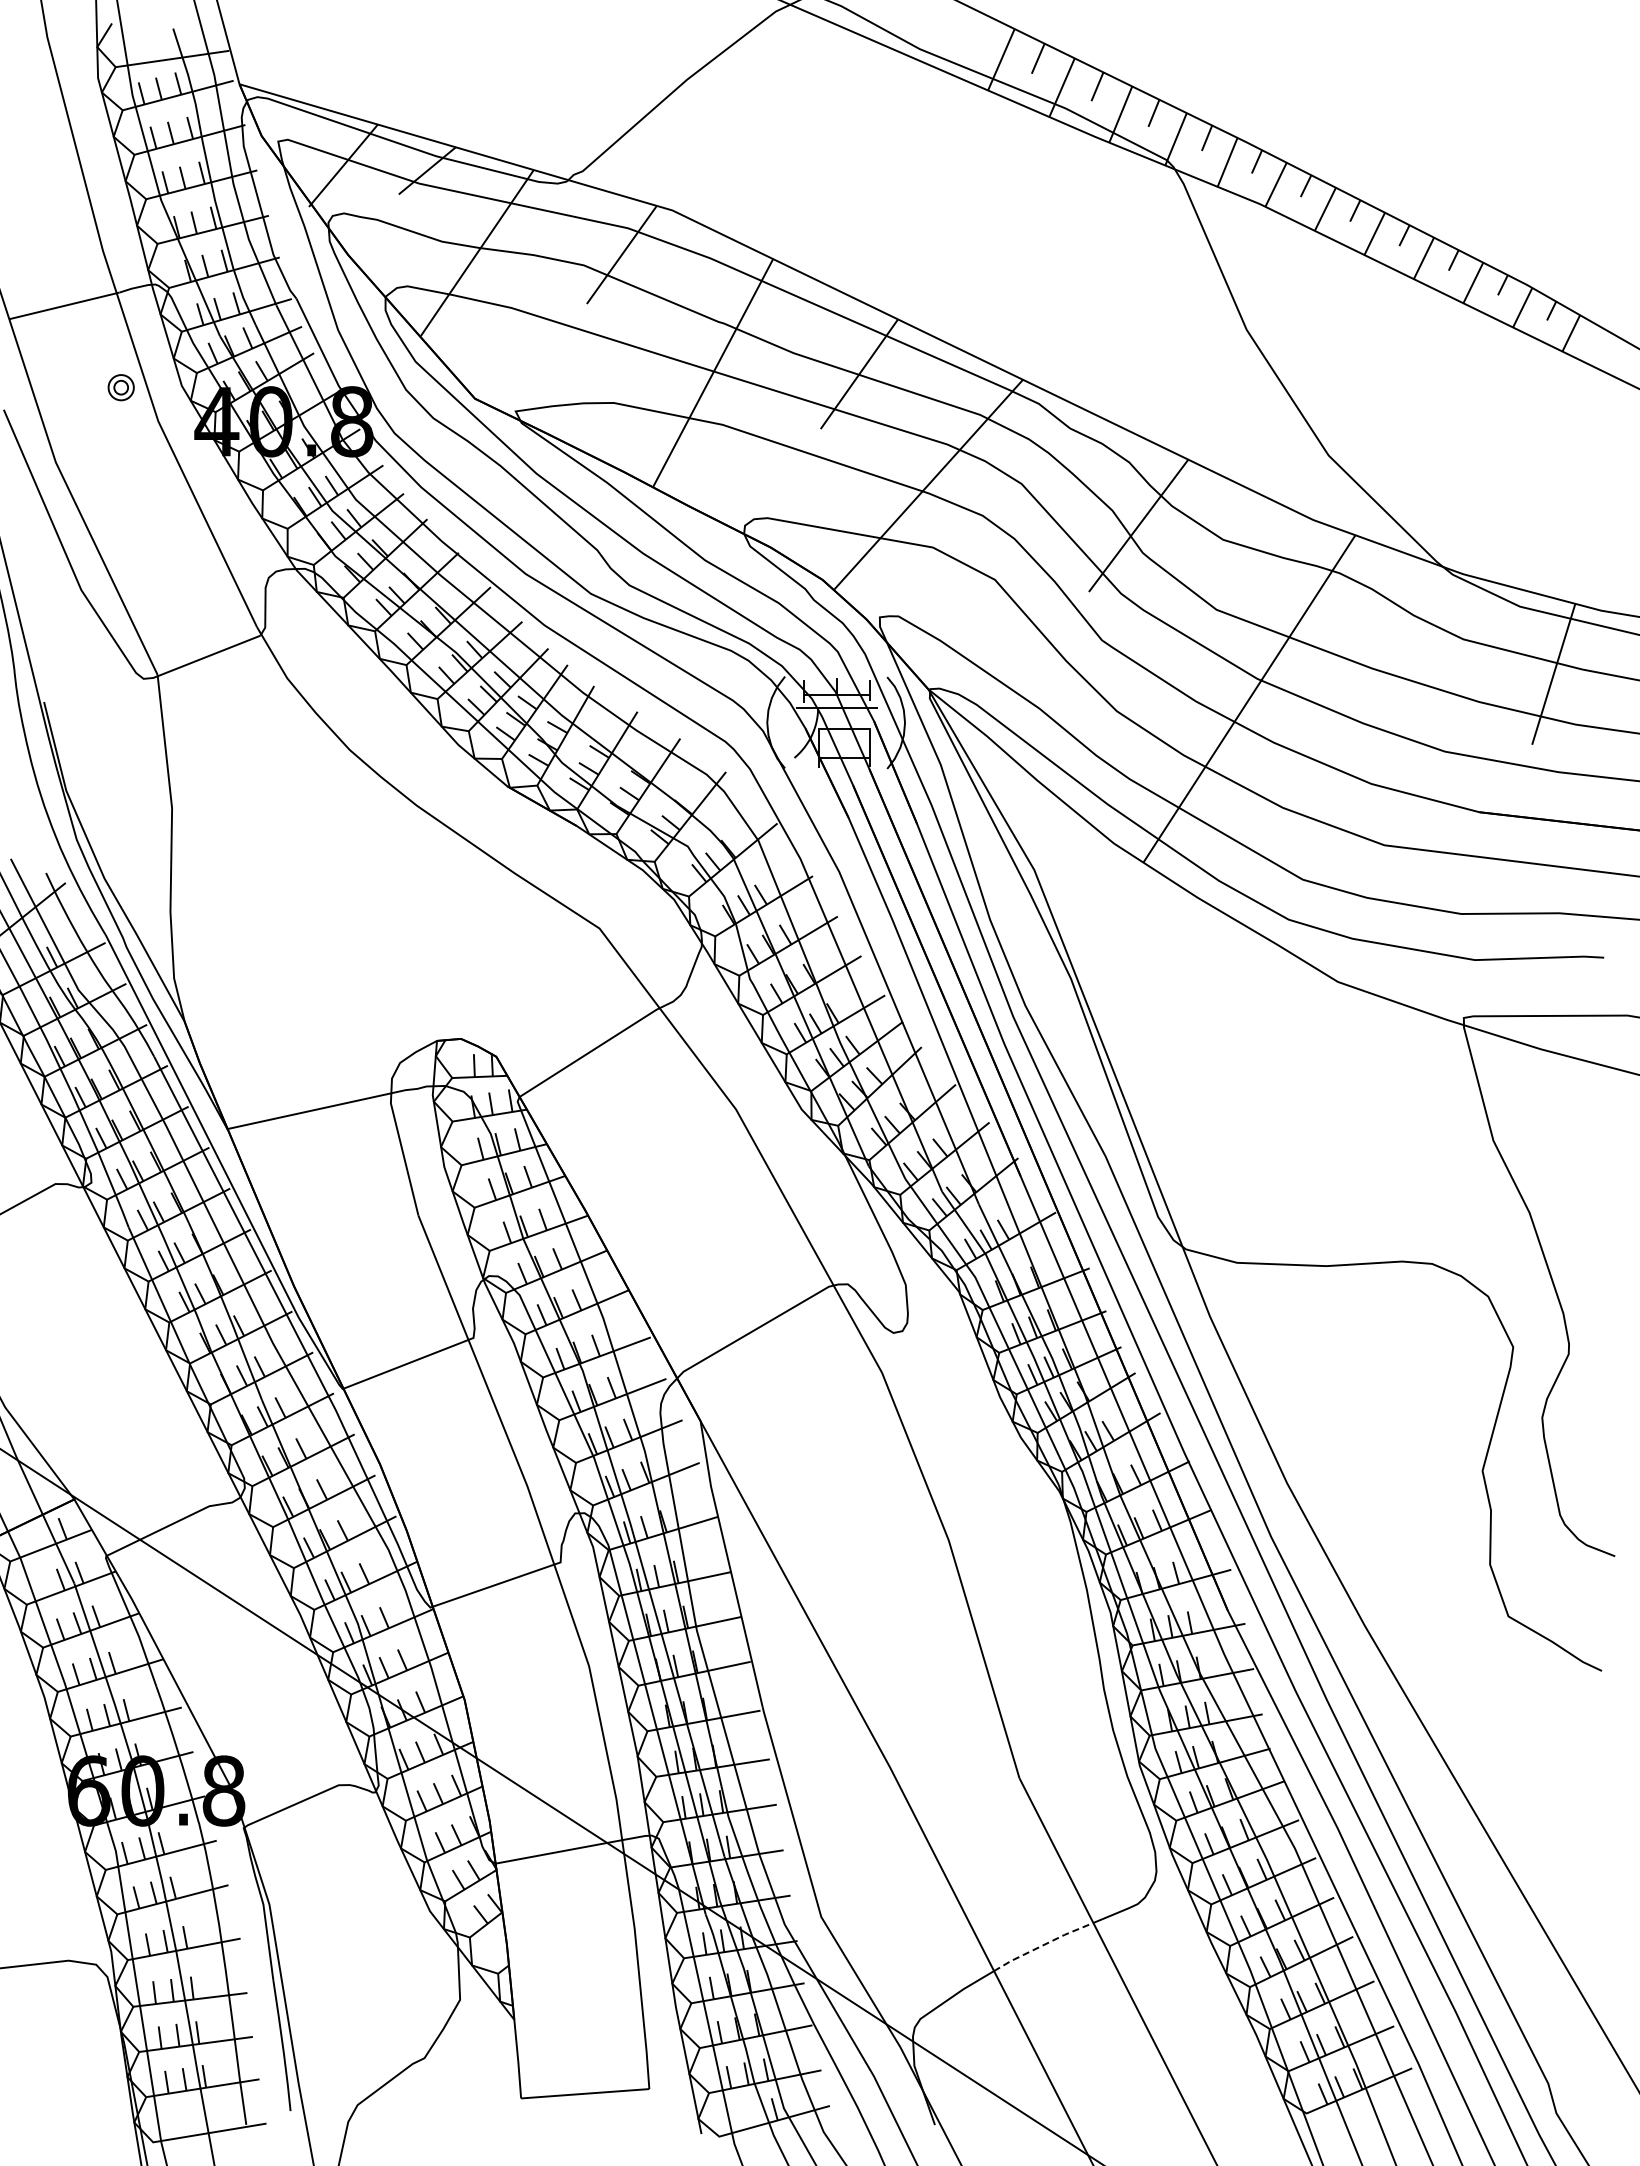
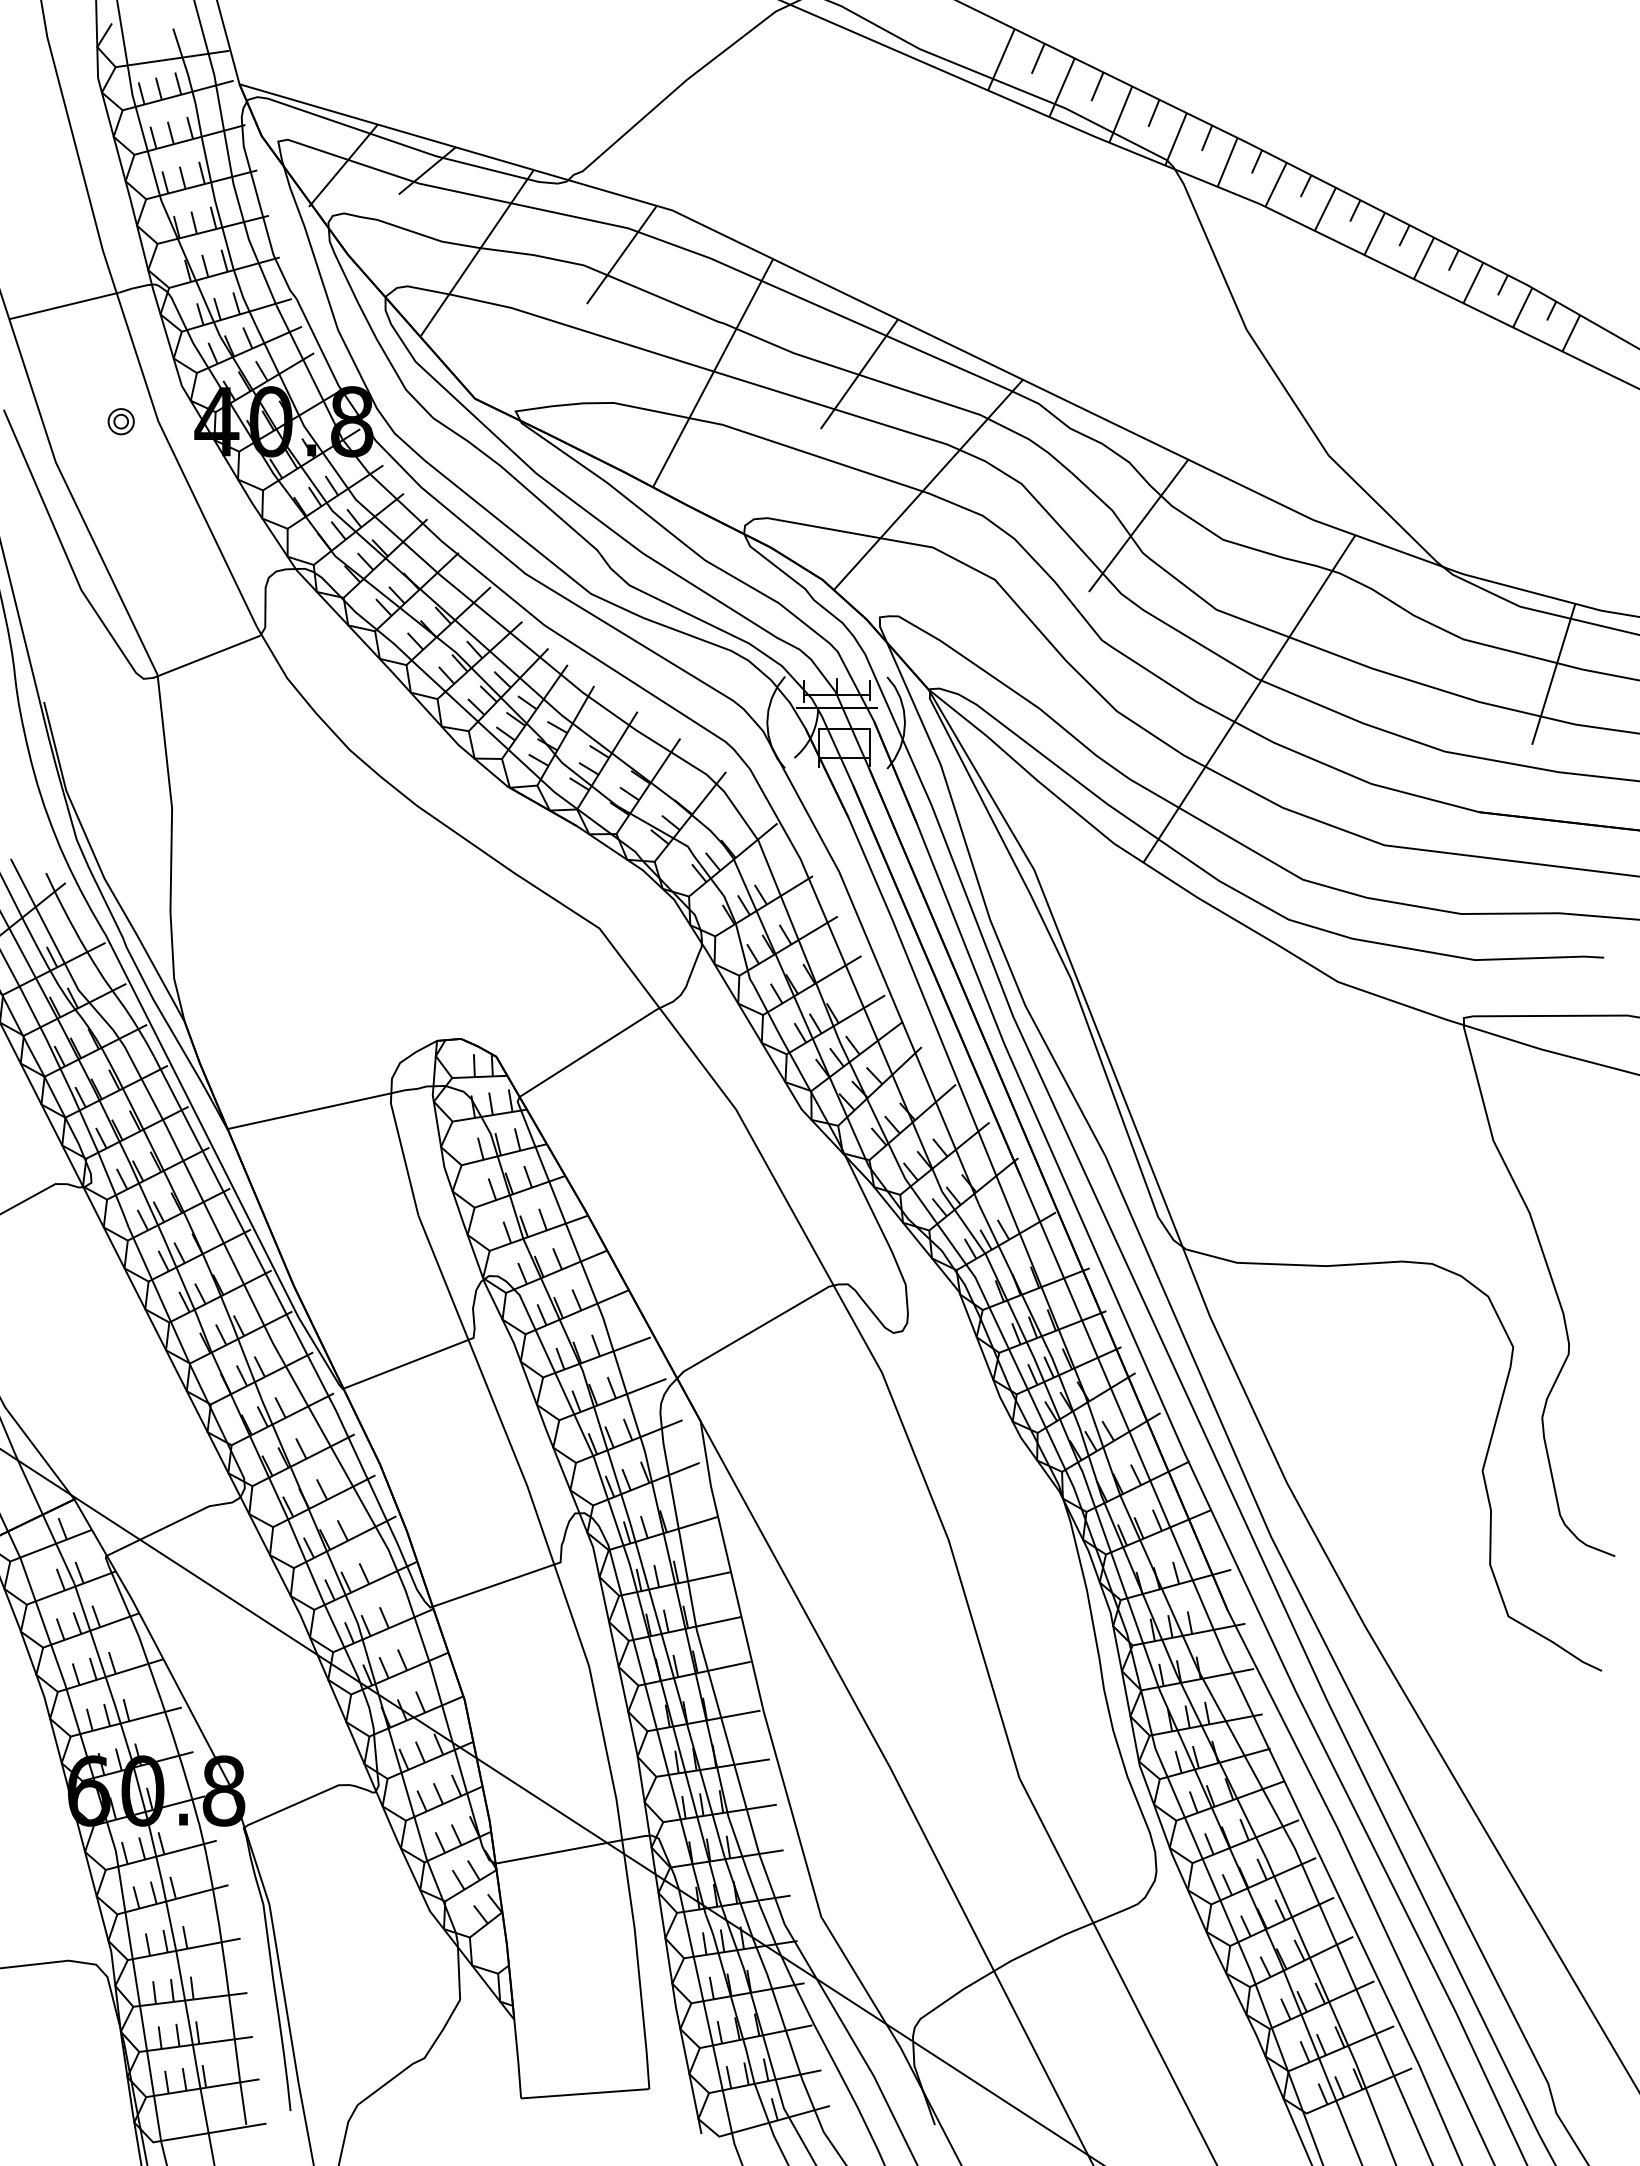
part at (120, 387) position: (120, 387) -> (120, 421)
line at (1043, 1945): dashed -> solid
